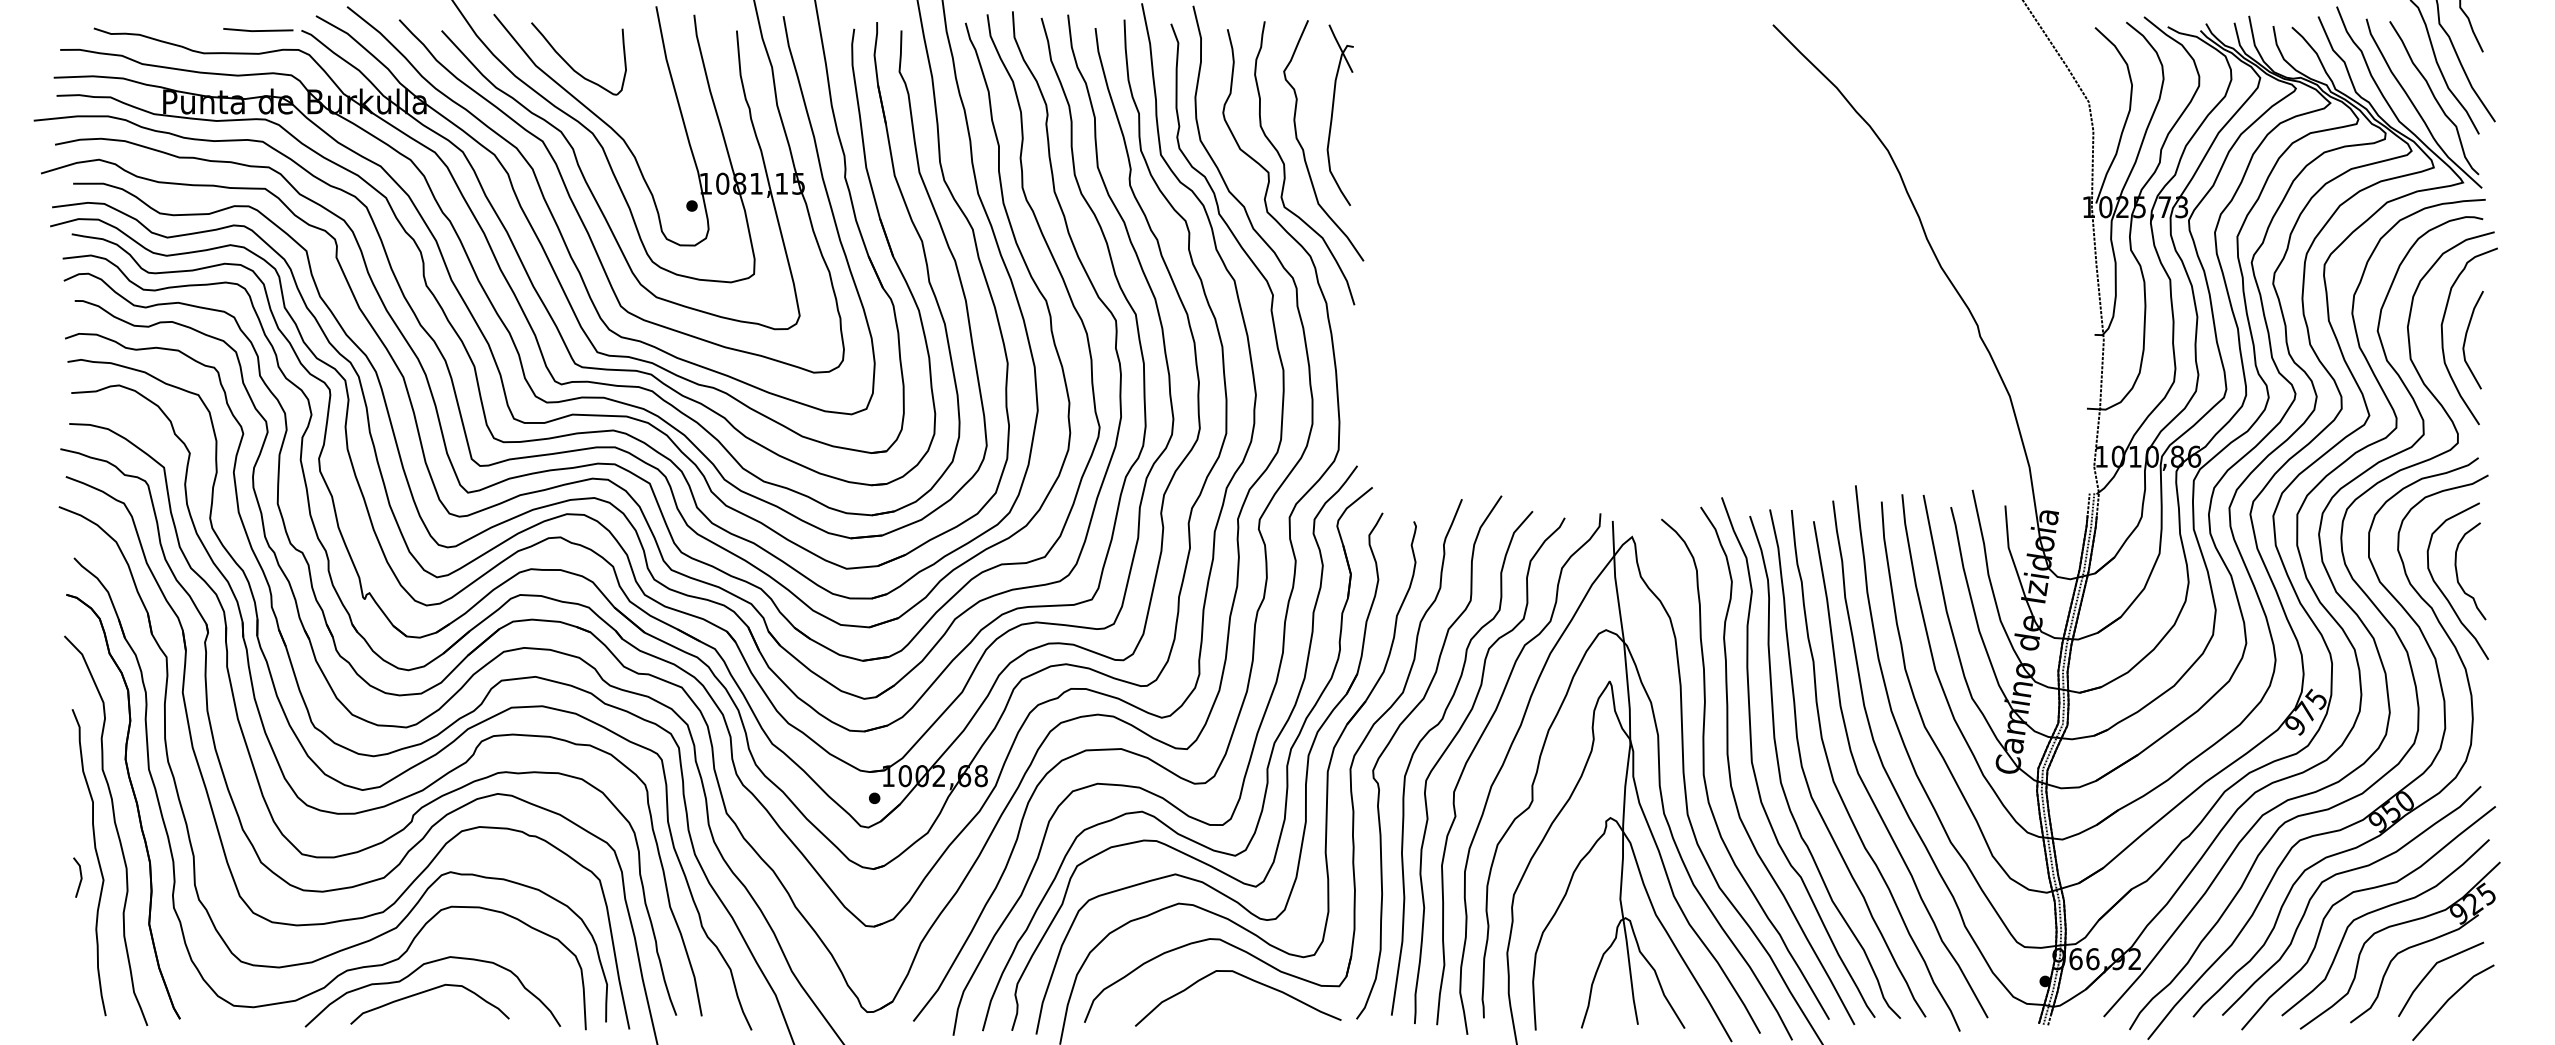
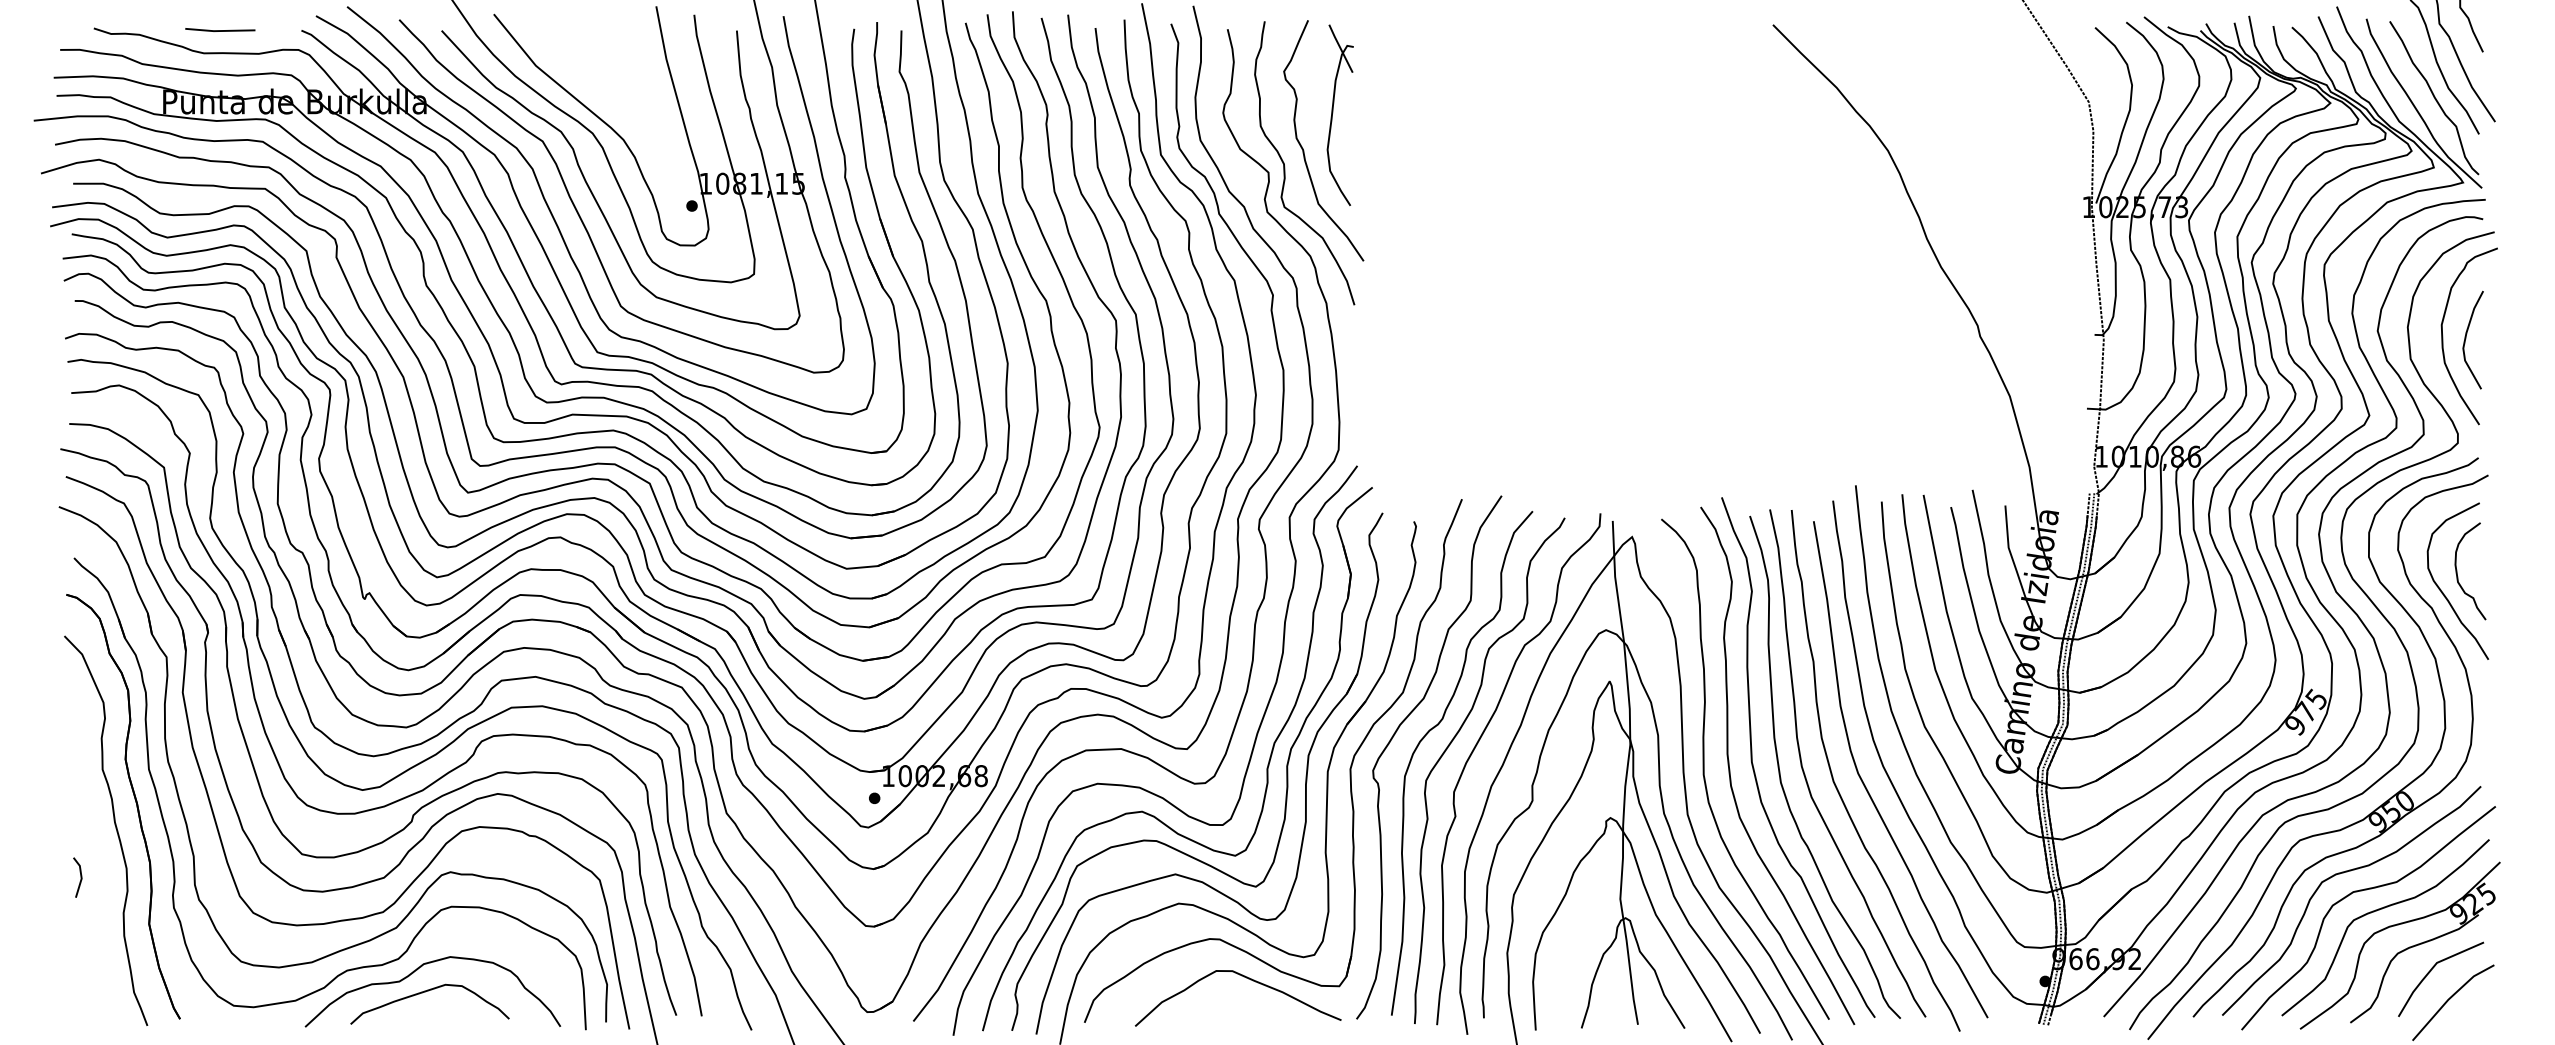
line at (258, 30) position: (258, 30) -> (220, 30)
part at (570, 65): present -> none
part at (97, 861): present -> none
